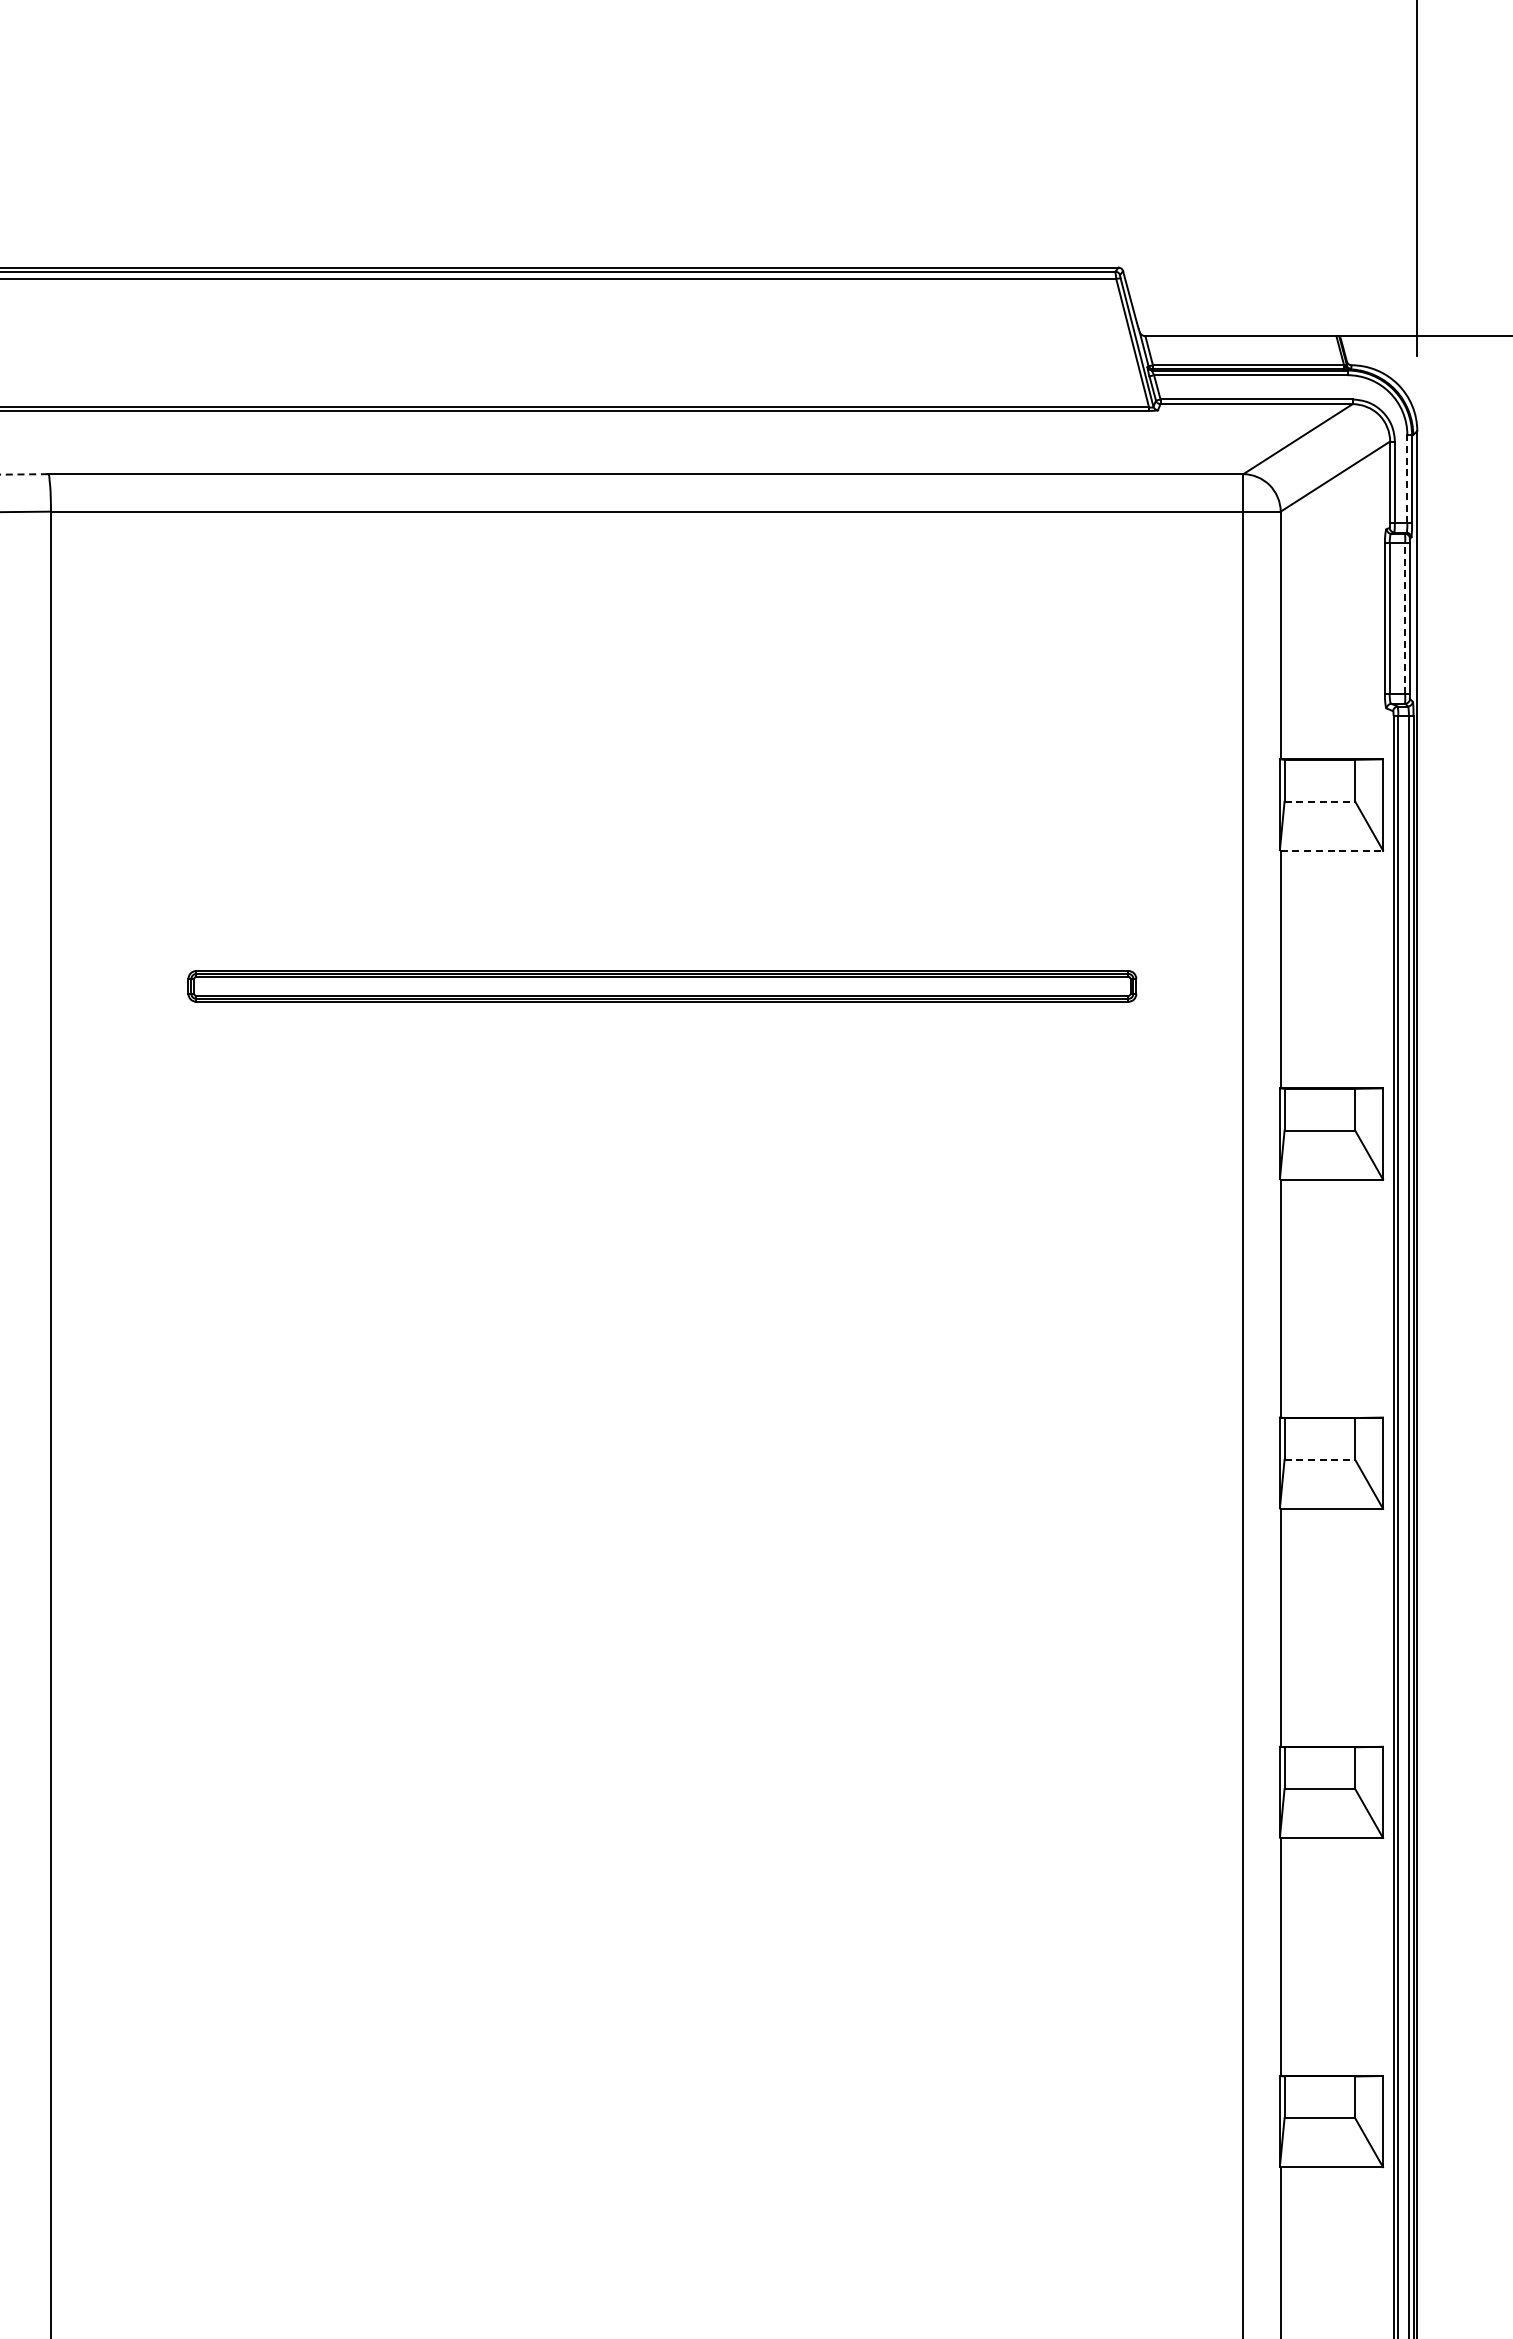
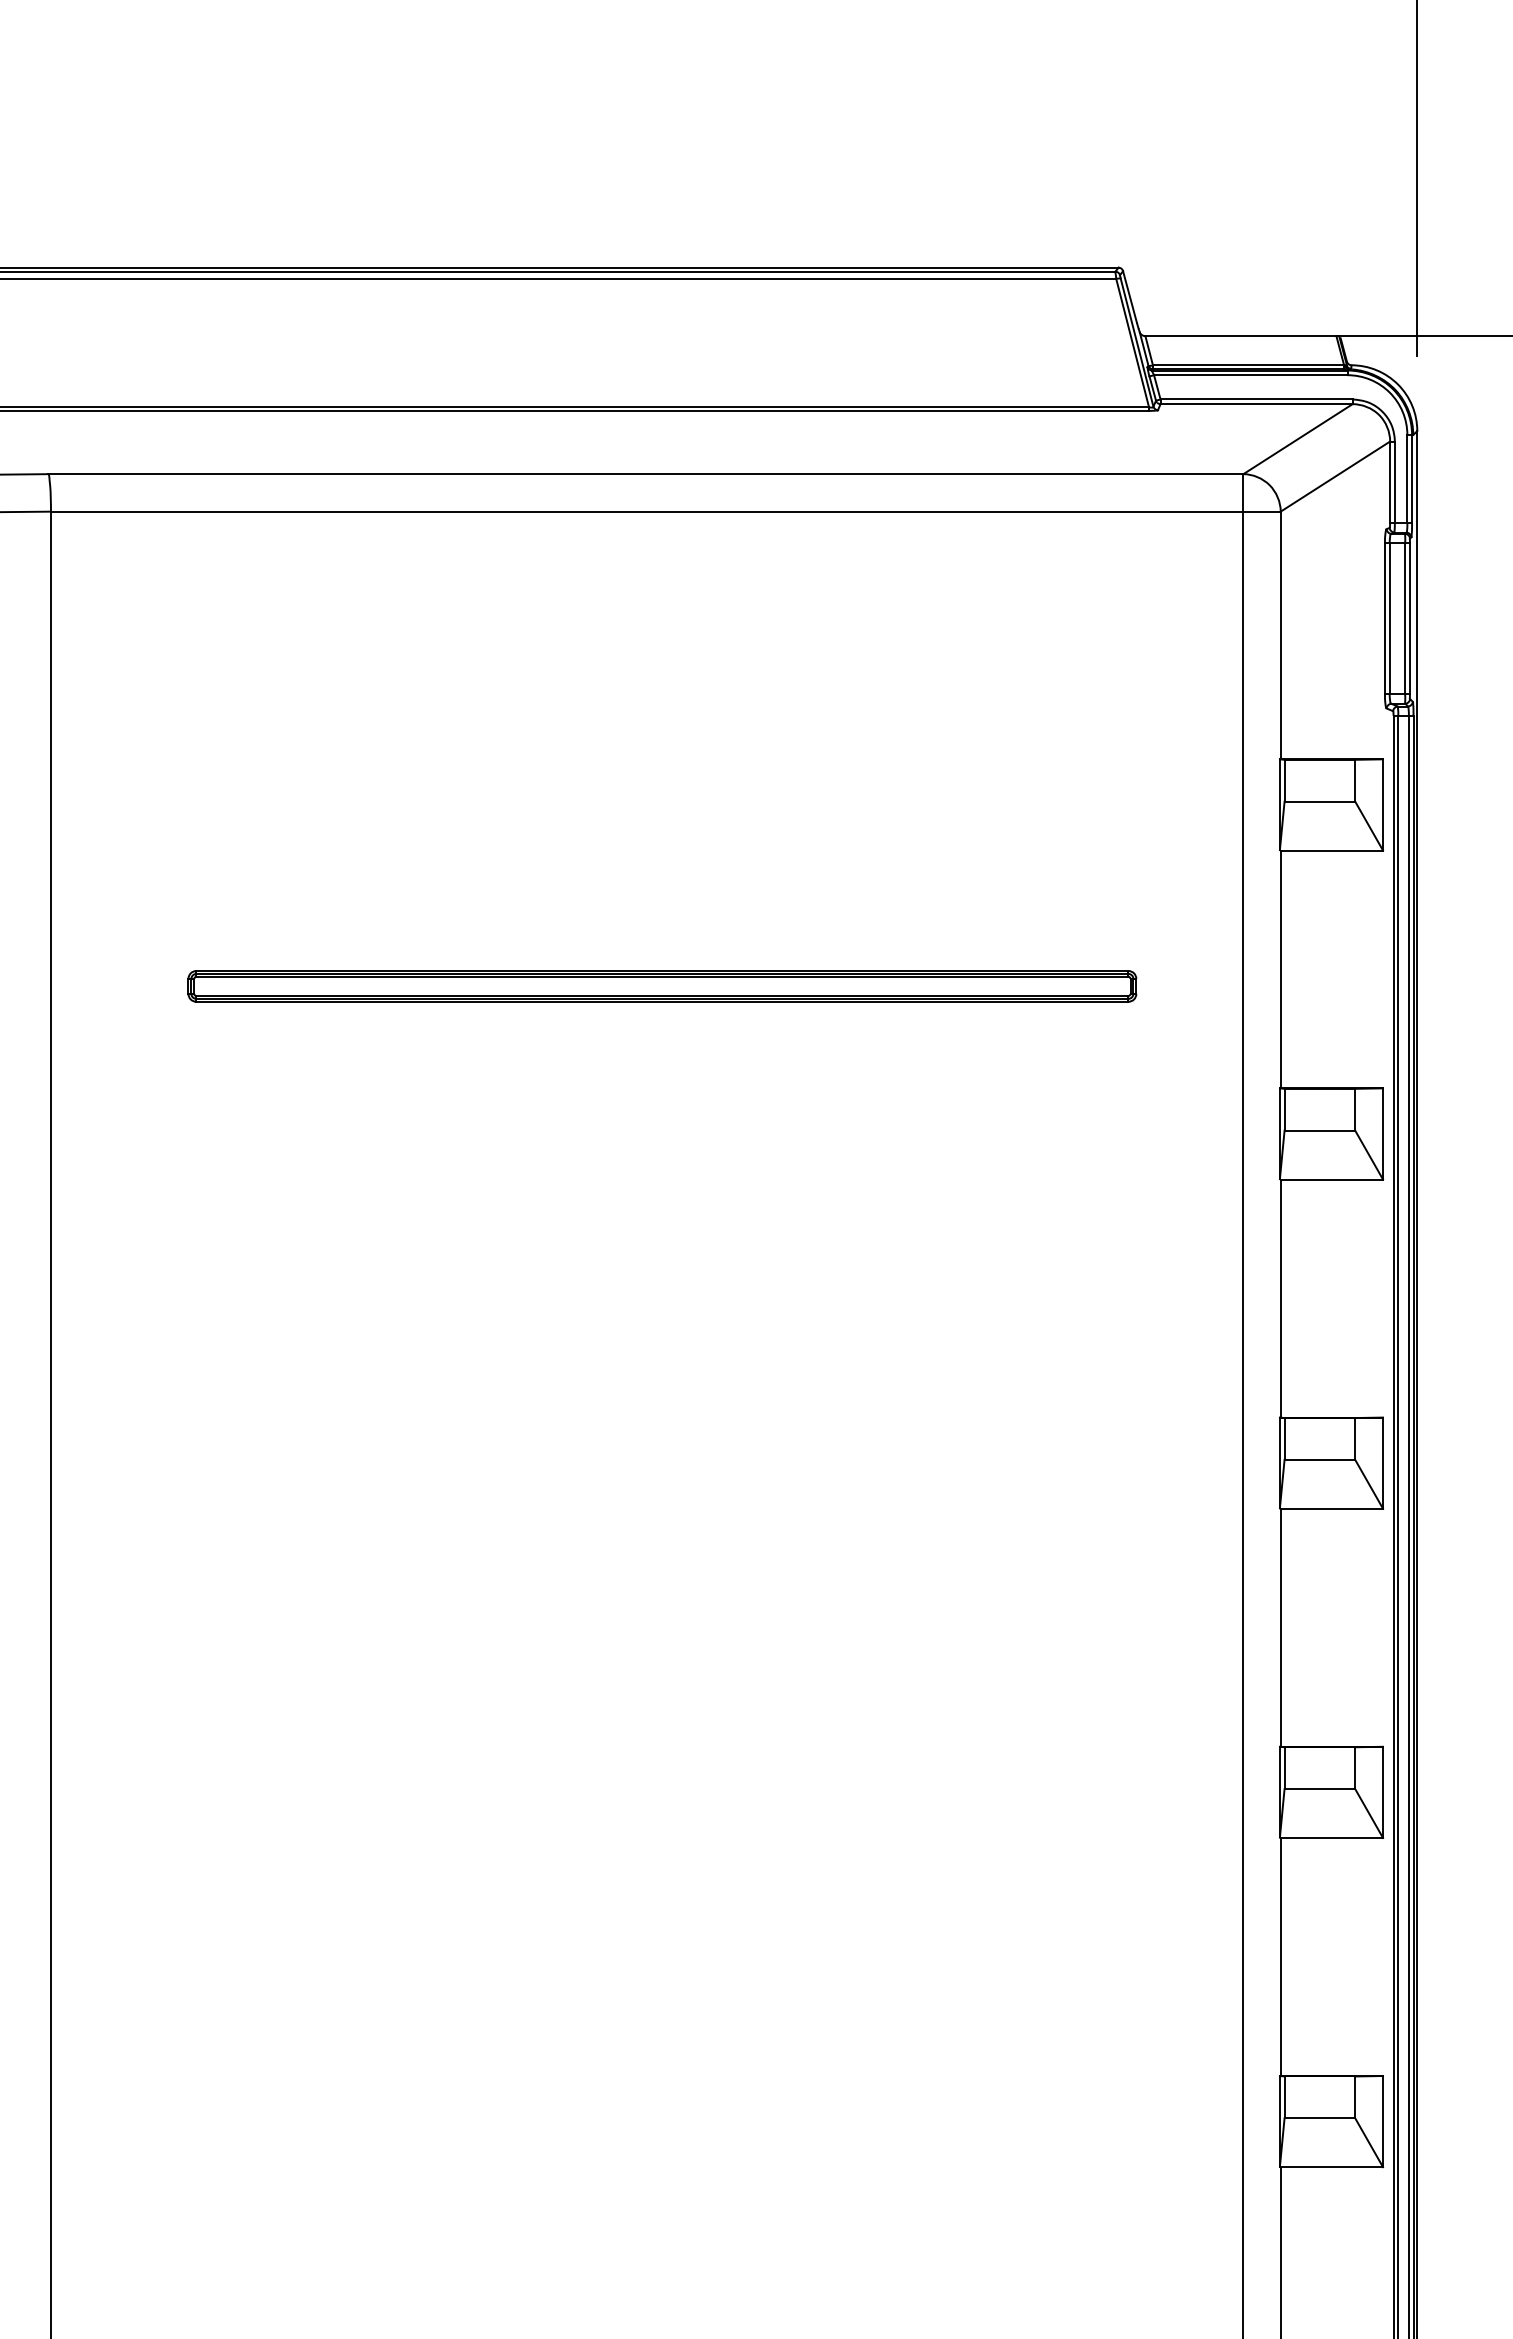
arc at (24, 474): dashed -> solid
line at (1407, 478): dashed -> solid
line at (1405, 618): dashed -> solid
line at (1320, 801): dashed -> solid
line at (1332, 850): dashed -> solid
line at (1320, 1459): dashed -> solid
